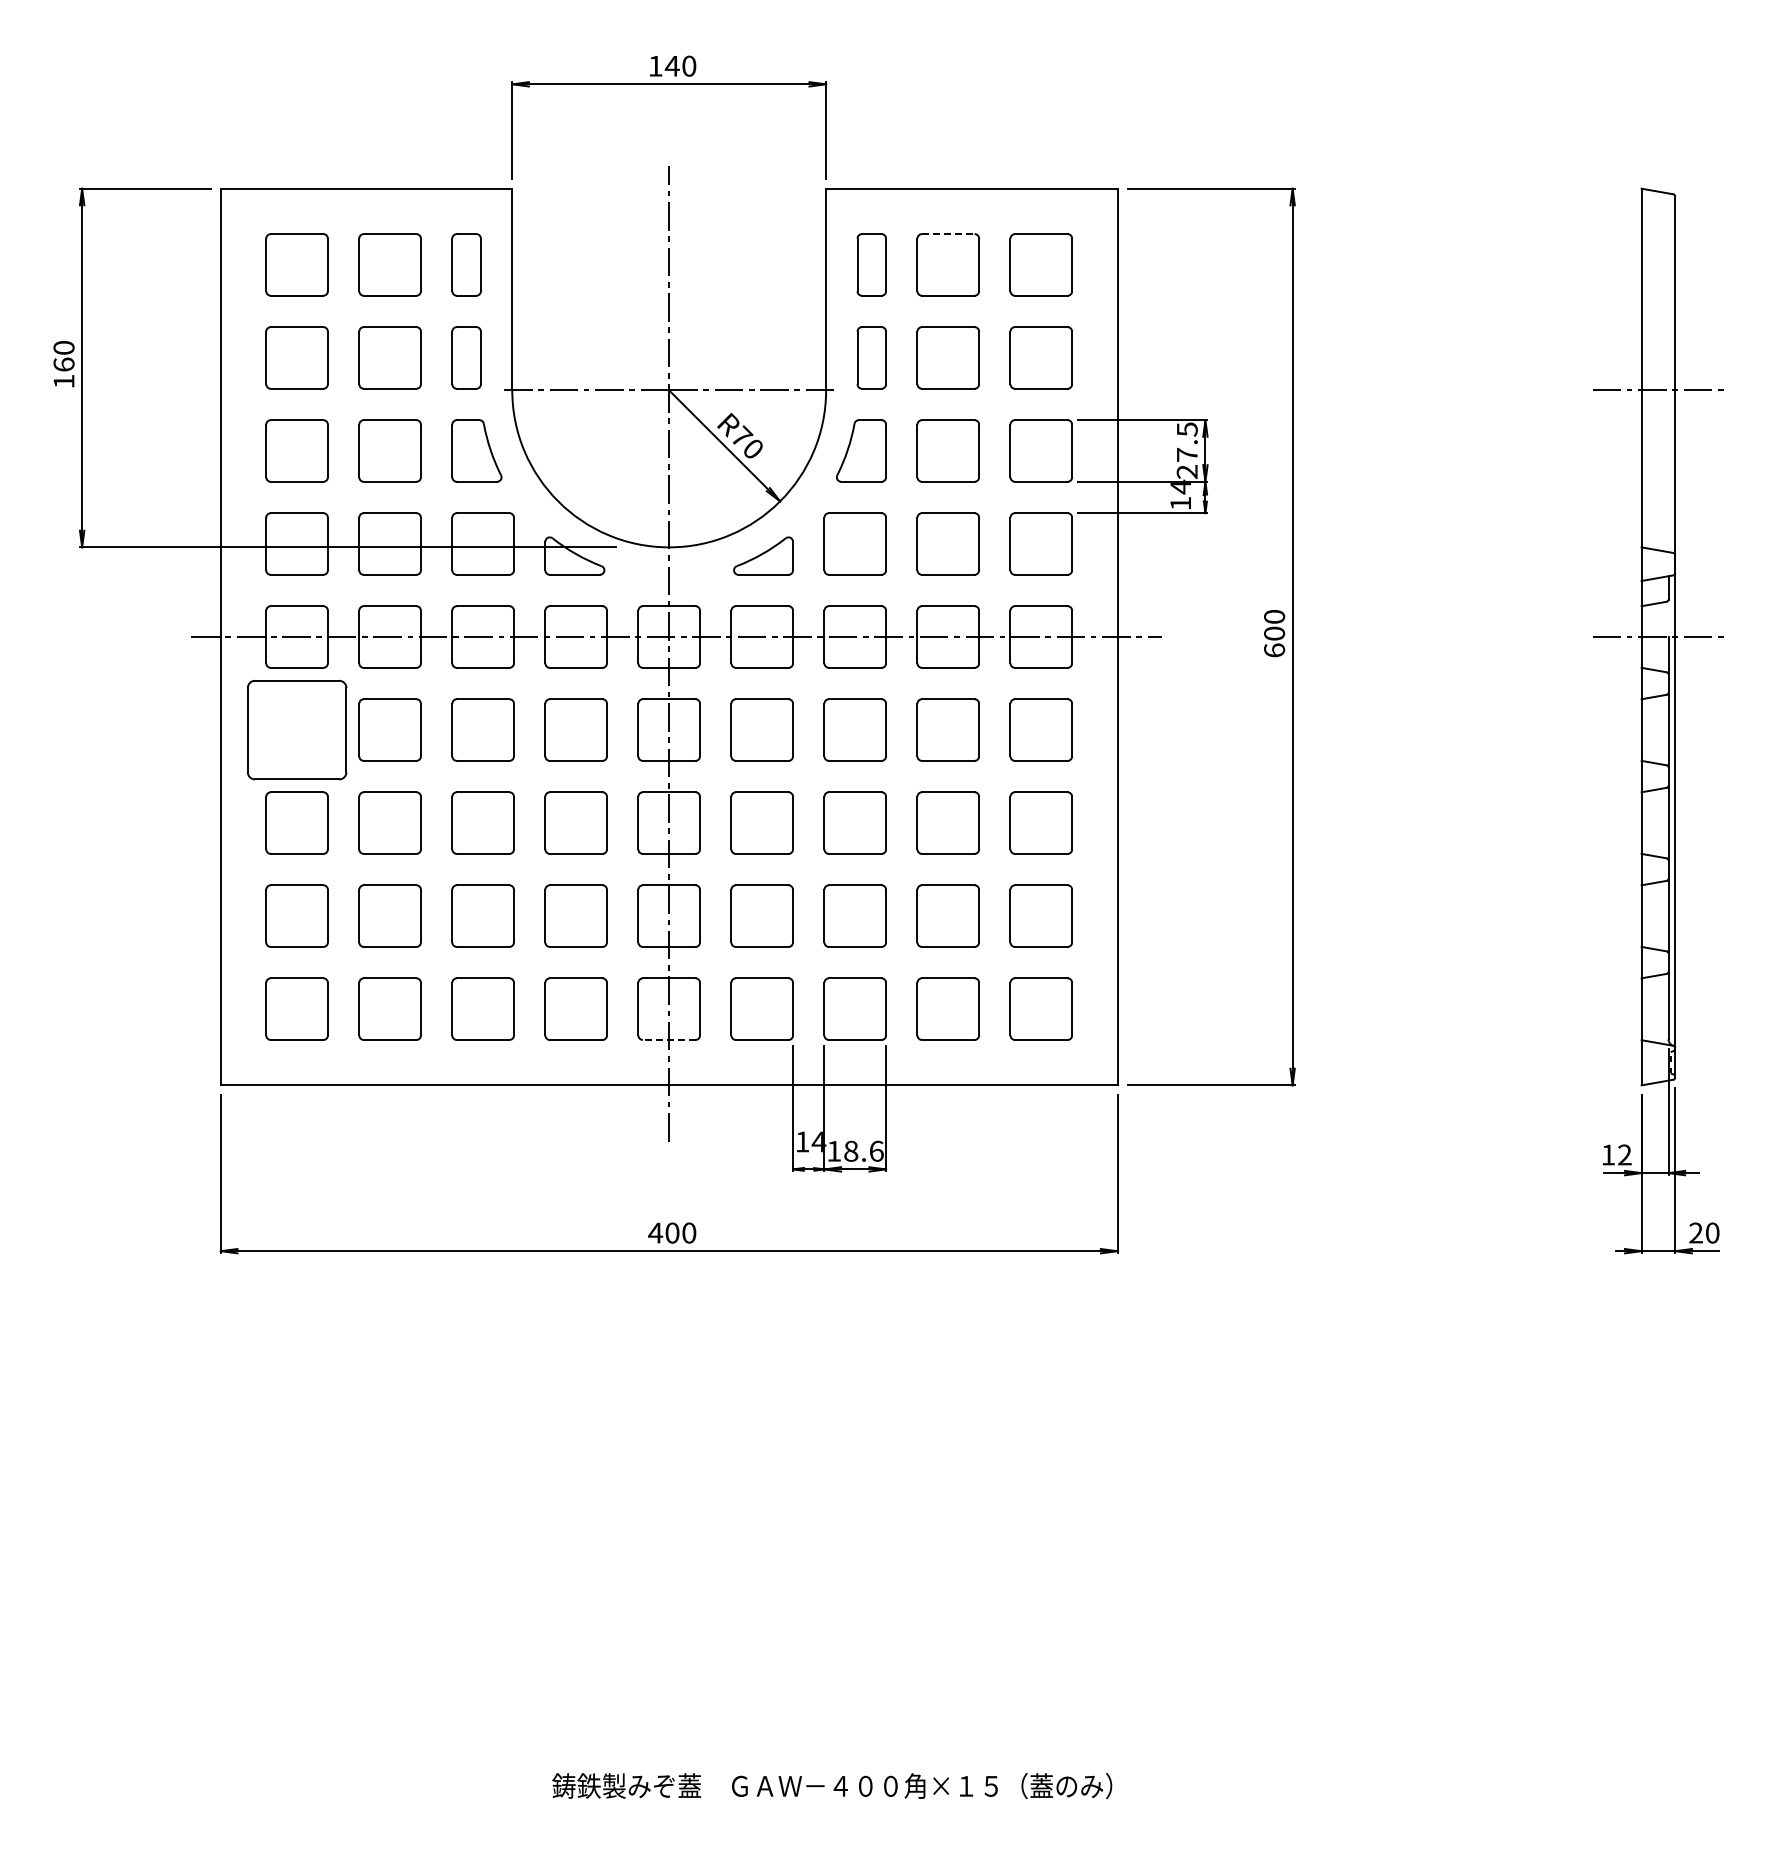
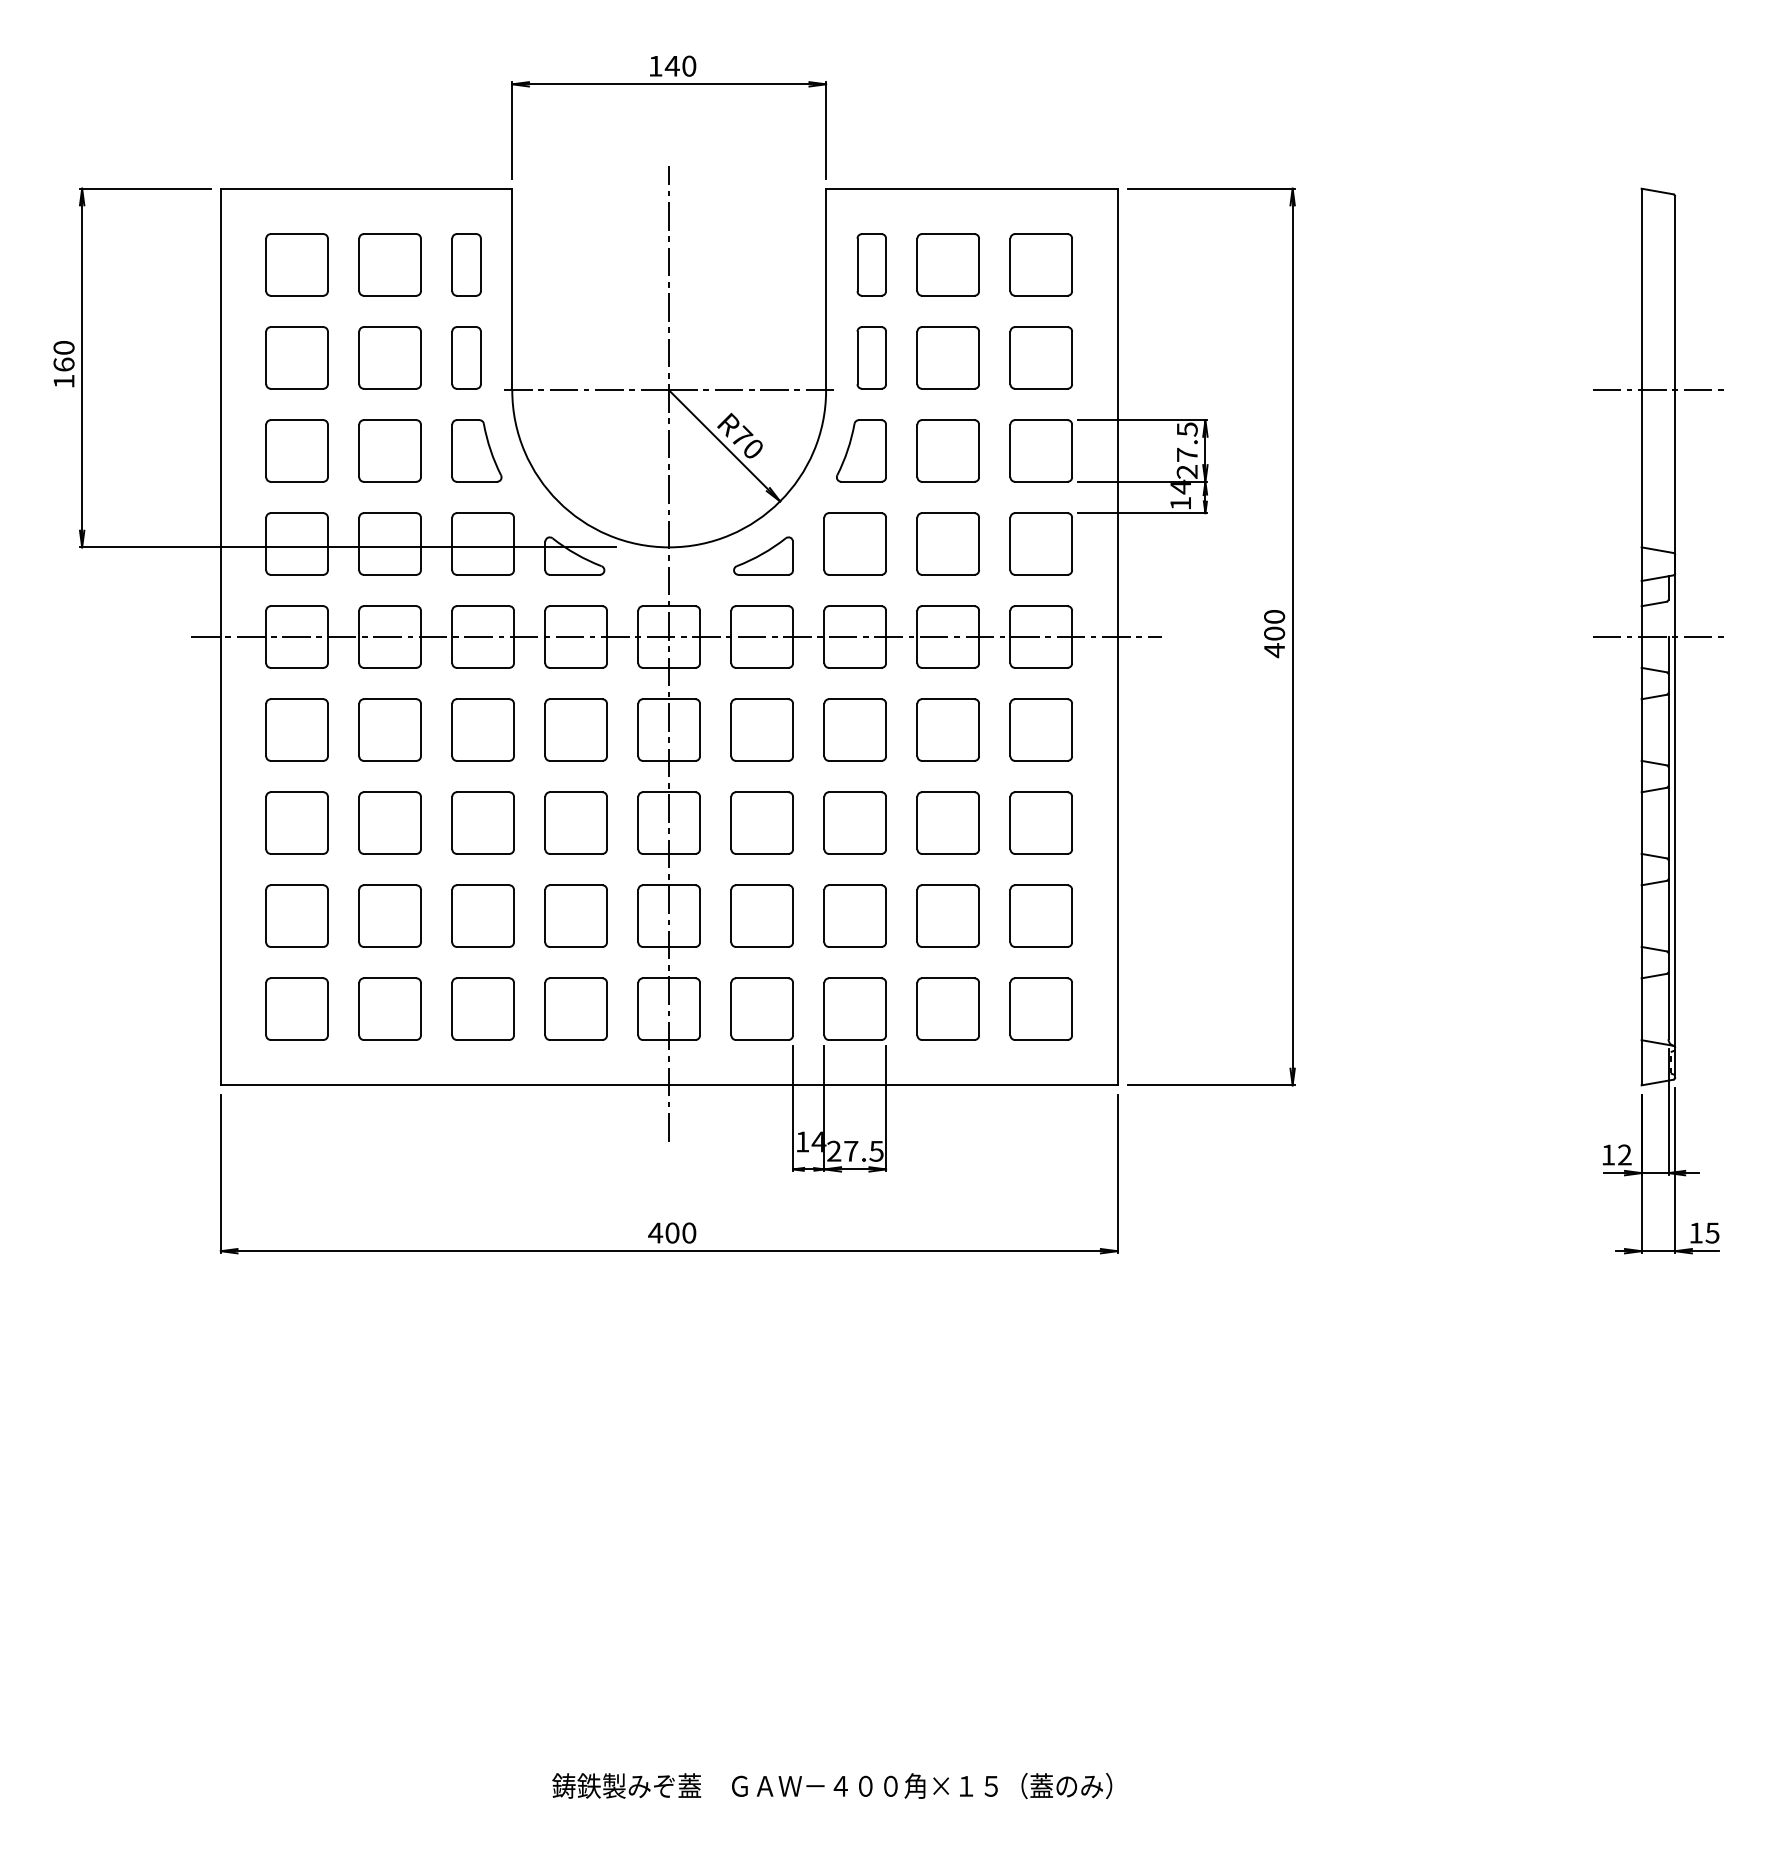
line at (948, 234): dashed -> solid
text at (1274, 650): 600 -> 400
part at (297, 729) size: 101x102 px -> 64x64 px
line at (668, 1039): dashed -> solid
text at (855, 1150): 18.6 -> 27.5
text at (1704, 1232): 20 -> 15
